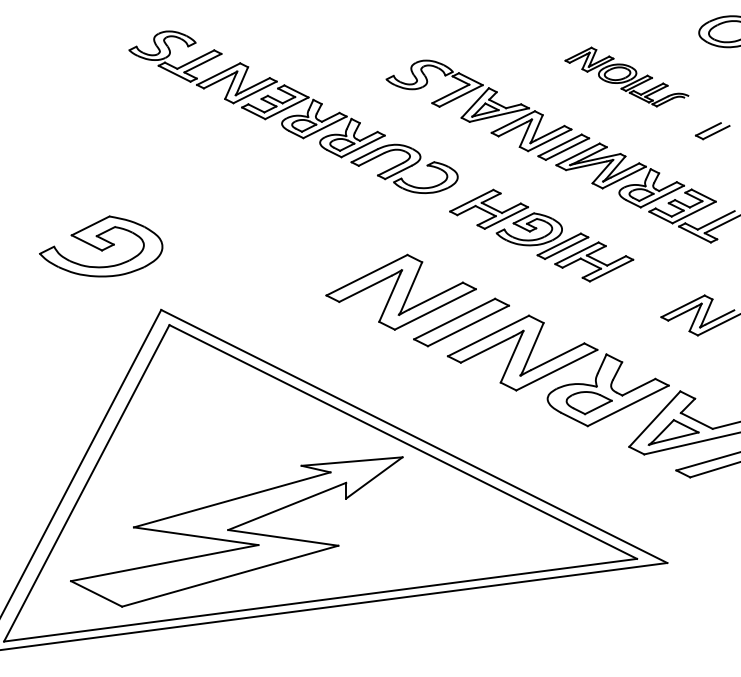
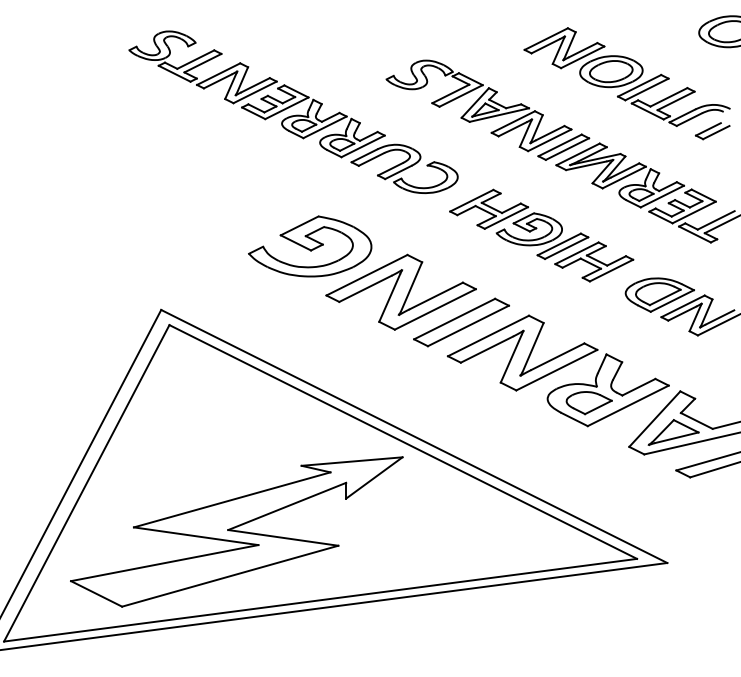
part at (626, 76) size: 126x62 px -> 208x100 px
part at (101, 246) position: (101, 246) -> (310, 246)
part at (659, 294): none -> present
